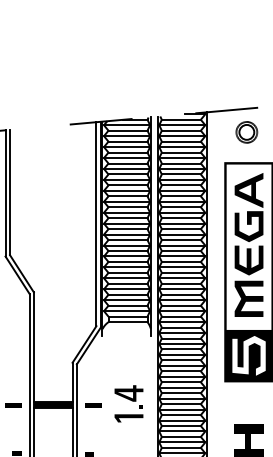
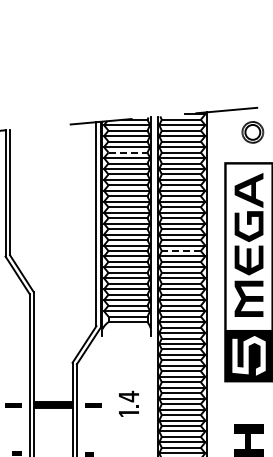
part at (246, 132) position: (246, 132) -> (252, 132)
line at (128, 152): solid -> dashed
line at (181, 251): solid -> dashed
part at (128, 403) size: 30x38 px -> 20x27 px
